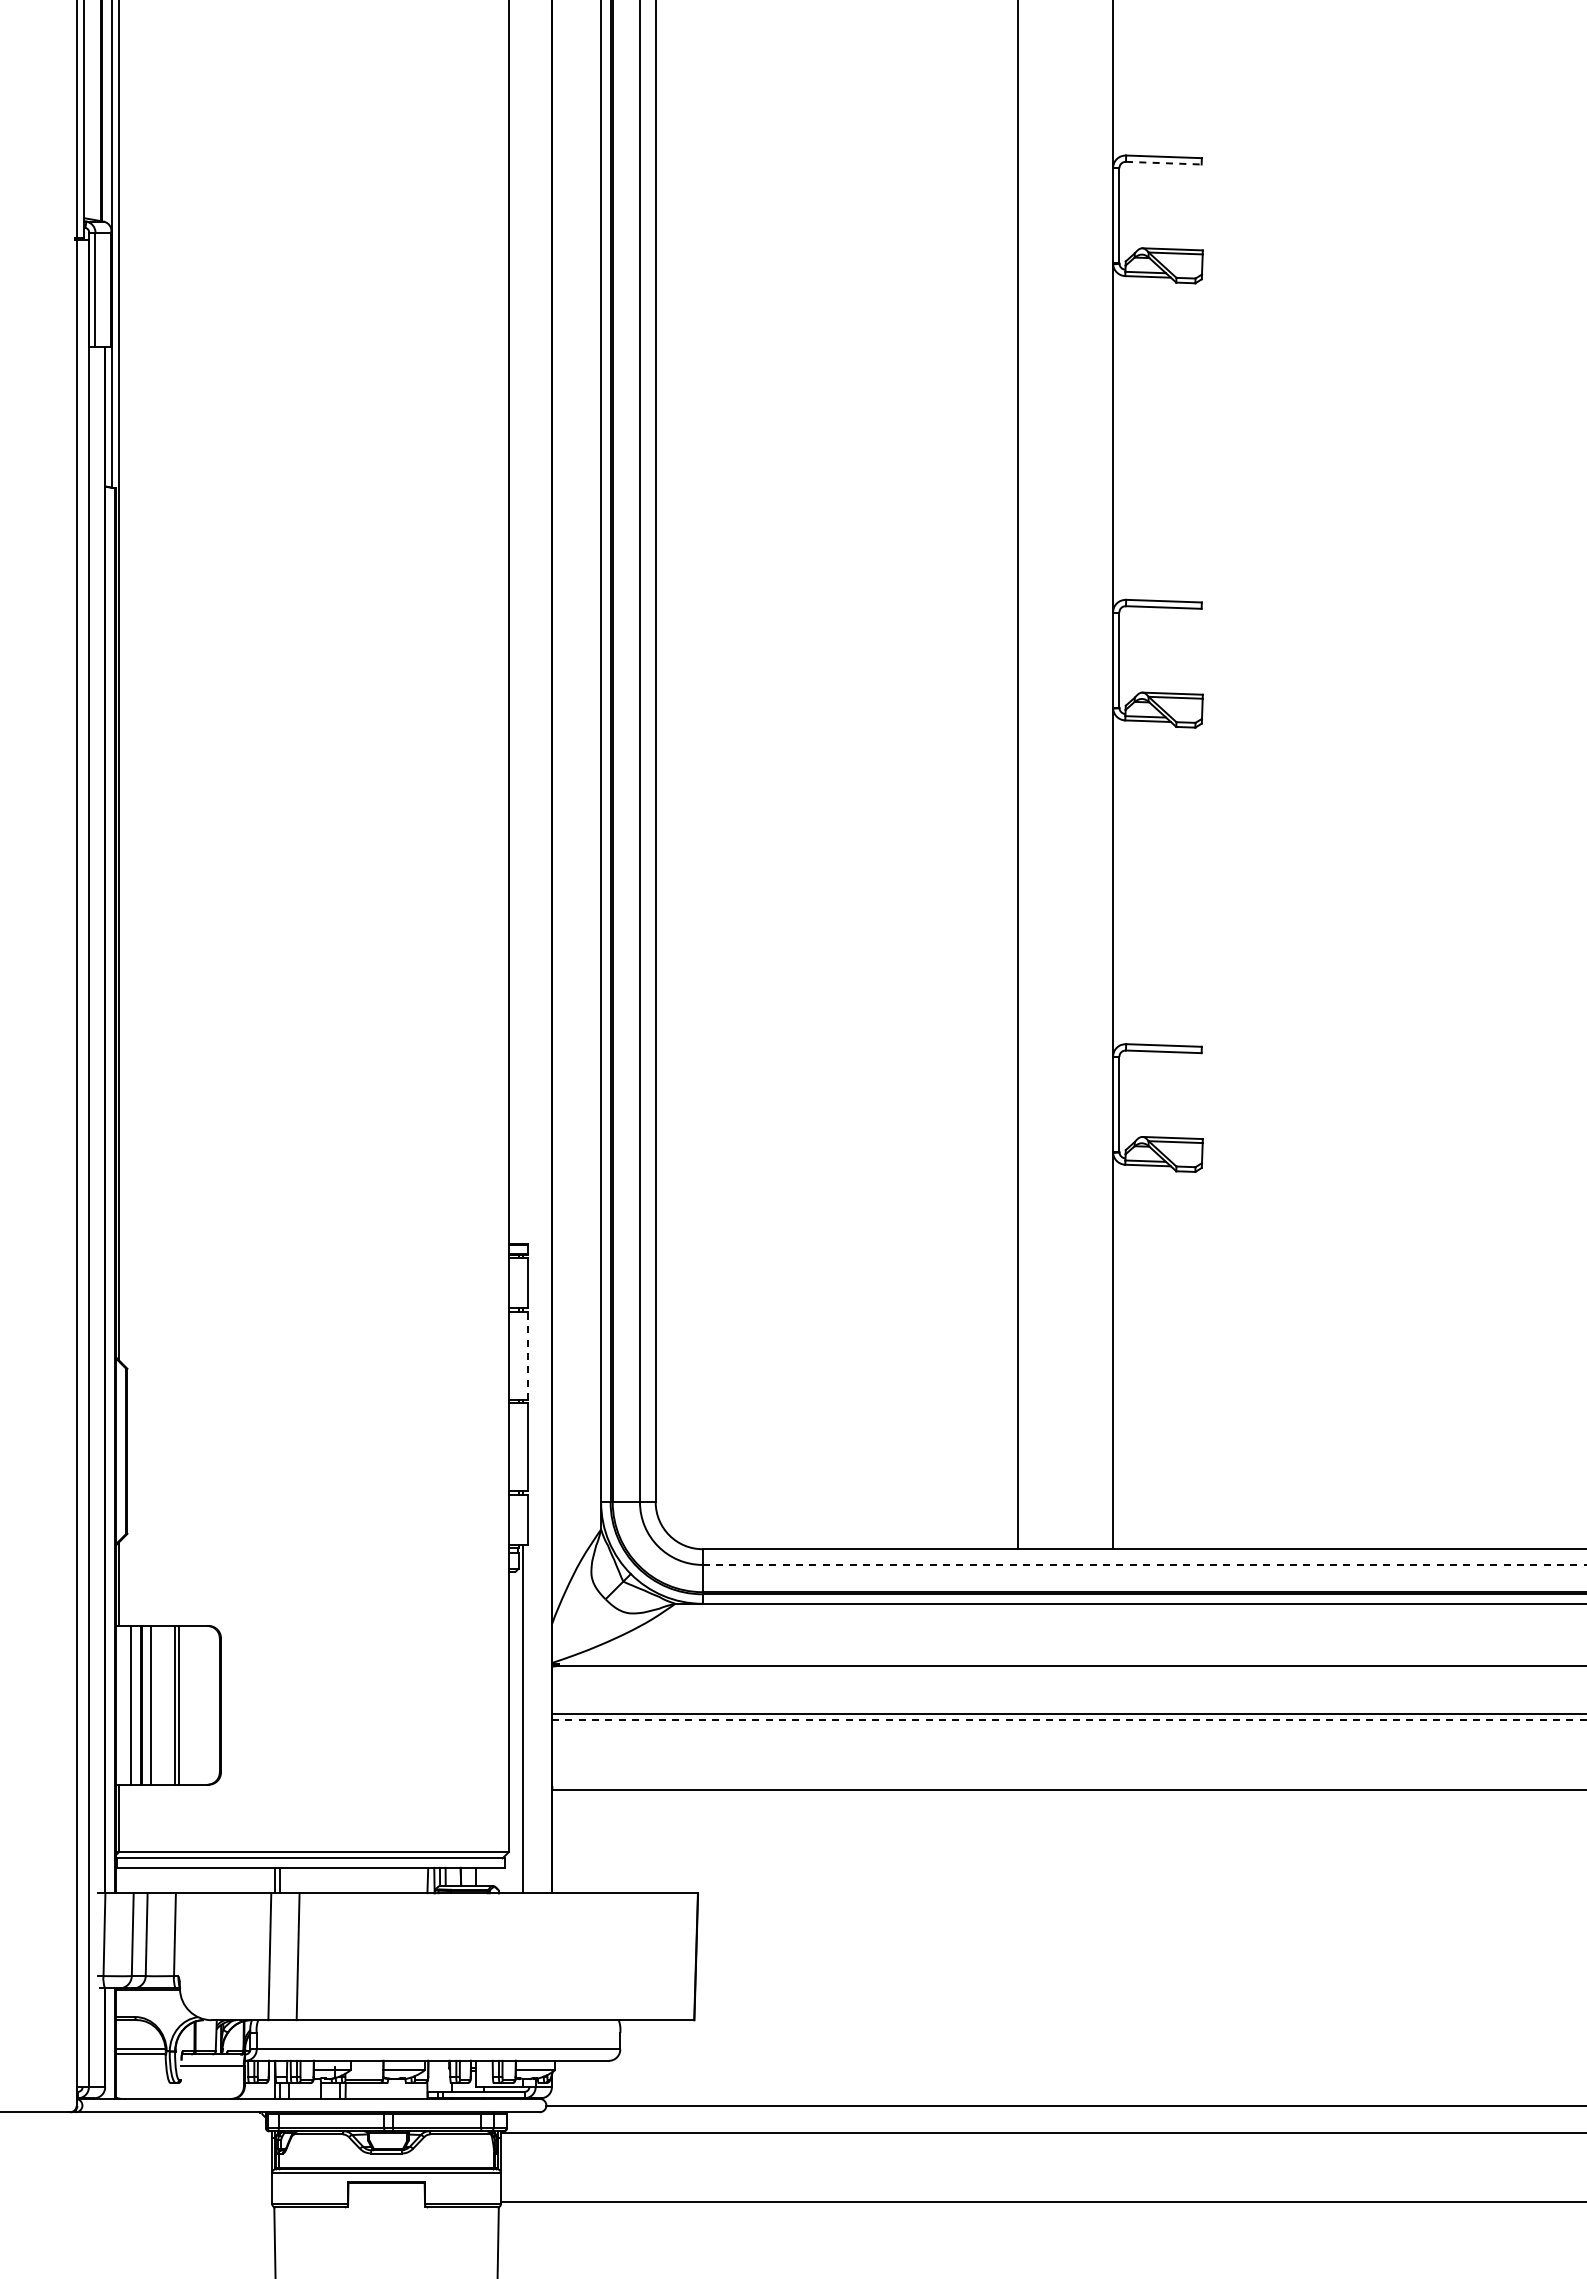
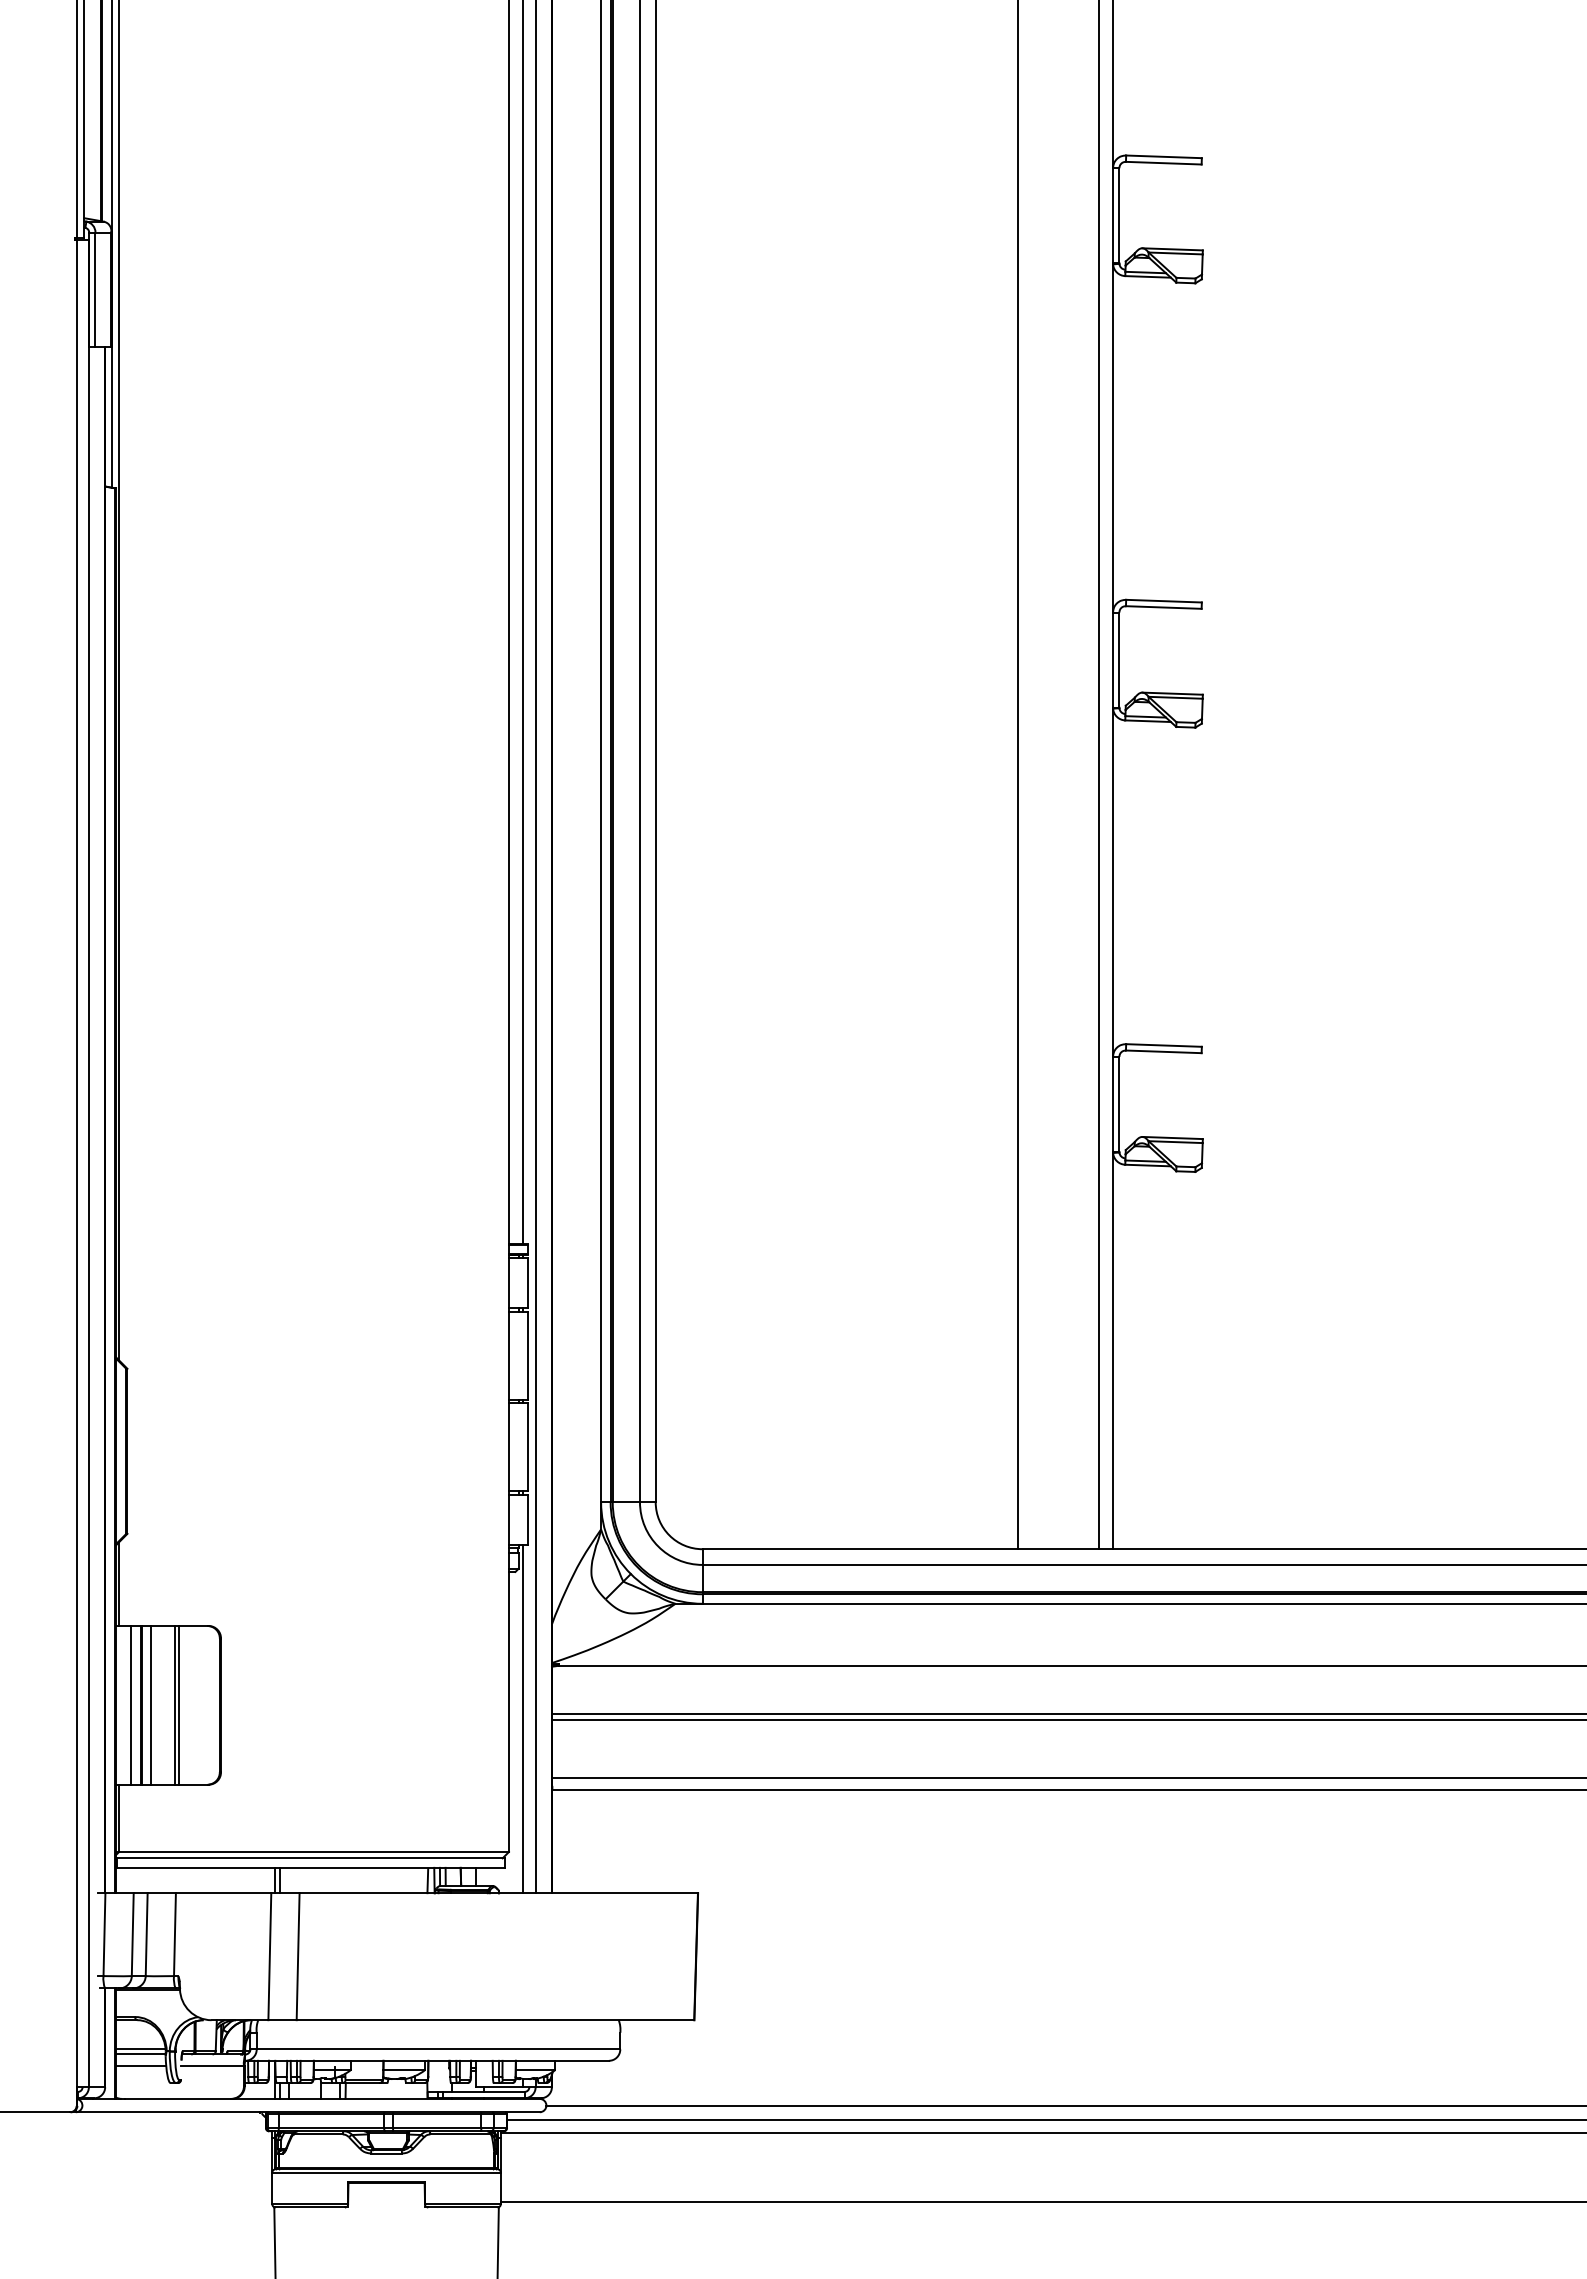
line at (1163, 163): dashed -> solid
line at (523, 623): none -> present
line at (1098, 775): none -> present
line at (535, 947): none -> present
line at (528, 1355): dashed -> solid
line at (1144, 1564): dashed -> solid
line at (1069, 1719): dashed -> solid
line at (1067, 1778): none -> present
line at (140, 2065): none -> present
line at (1045, 2119): none -> present
